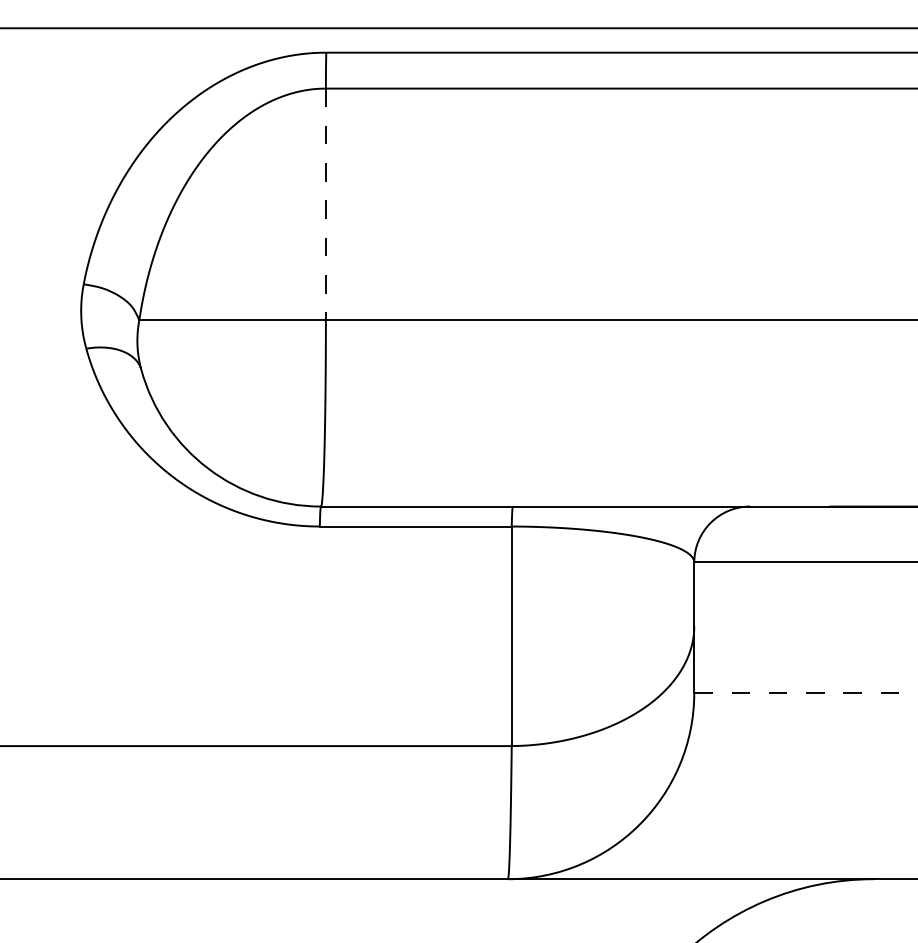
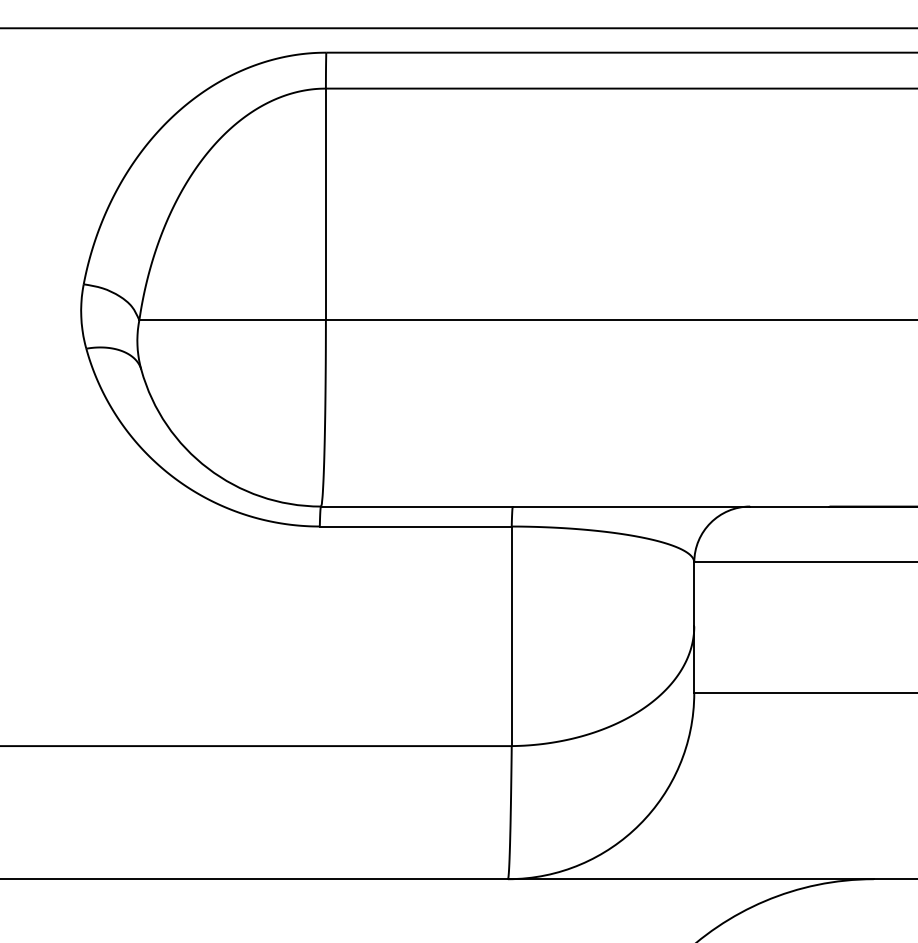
line at (325, 204): dashed -> solid
line at (806, 692): dashed -> solid
